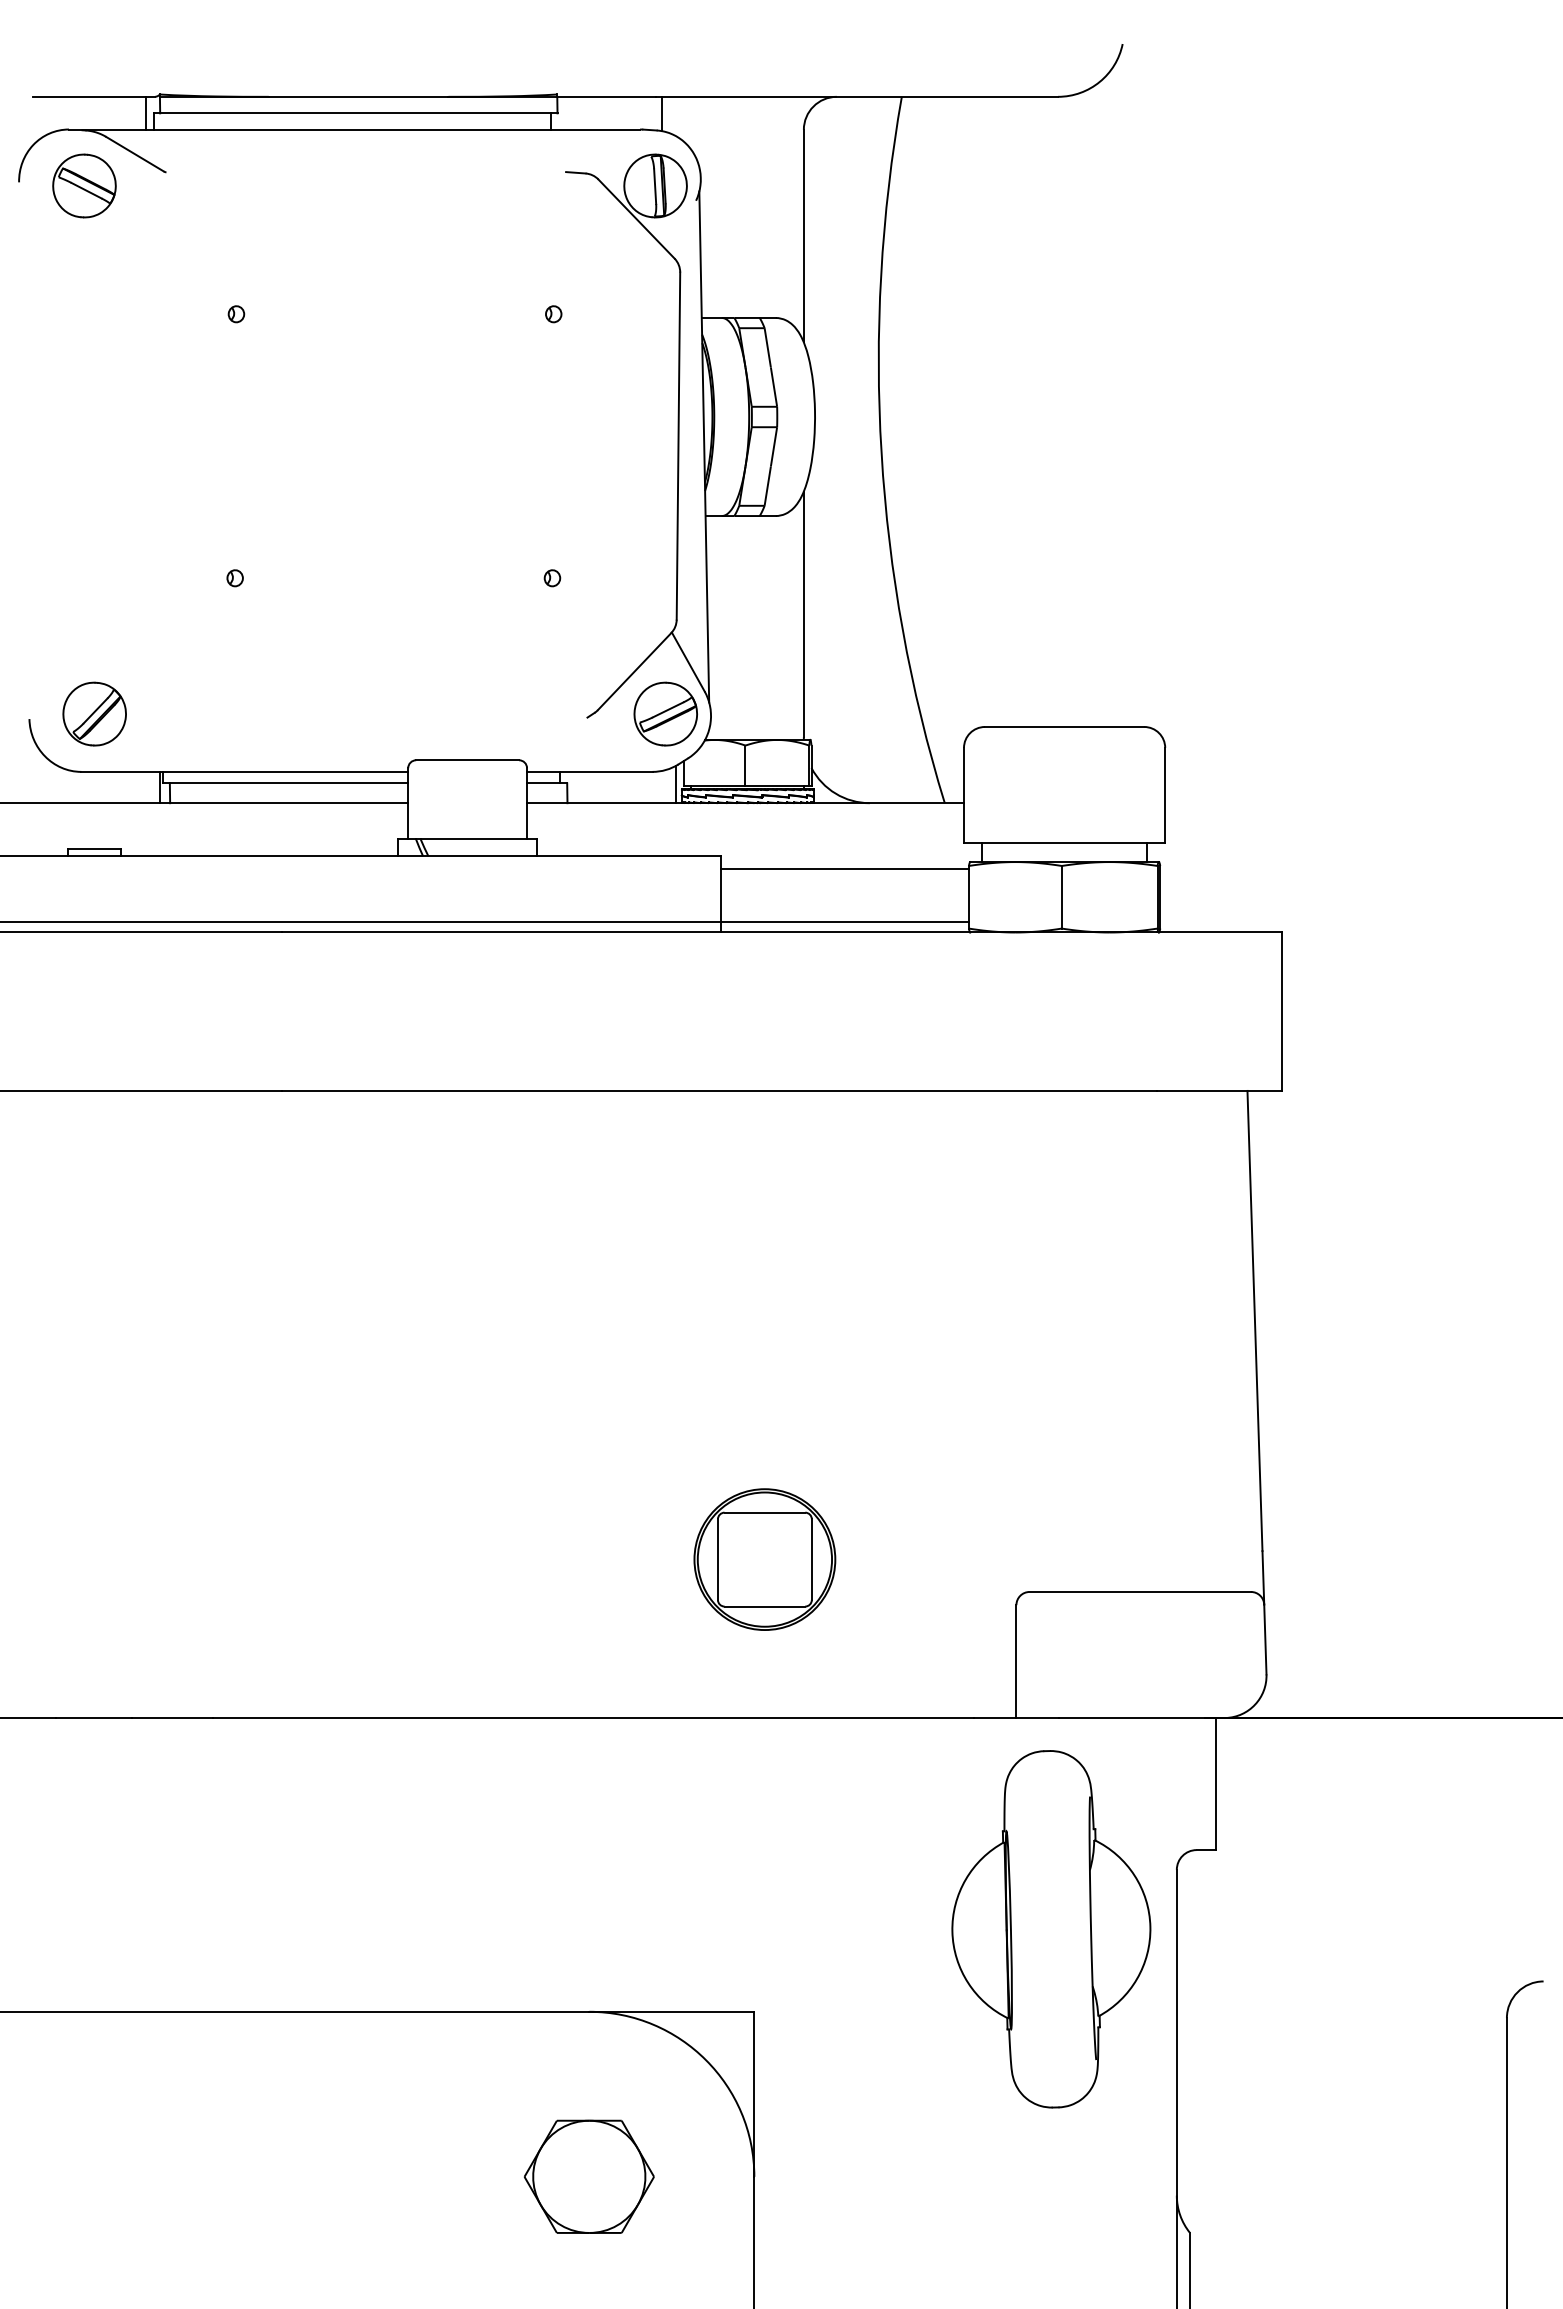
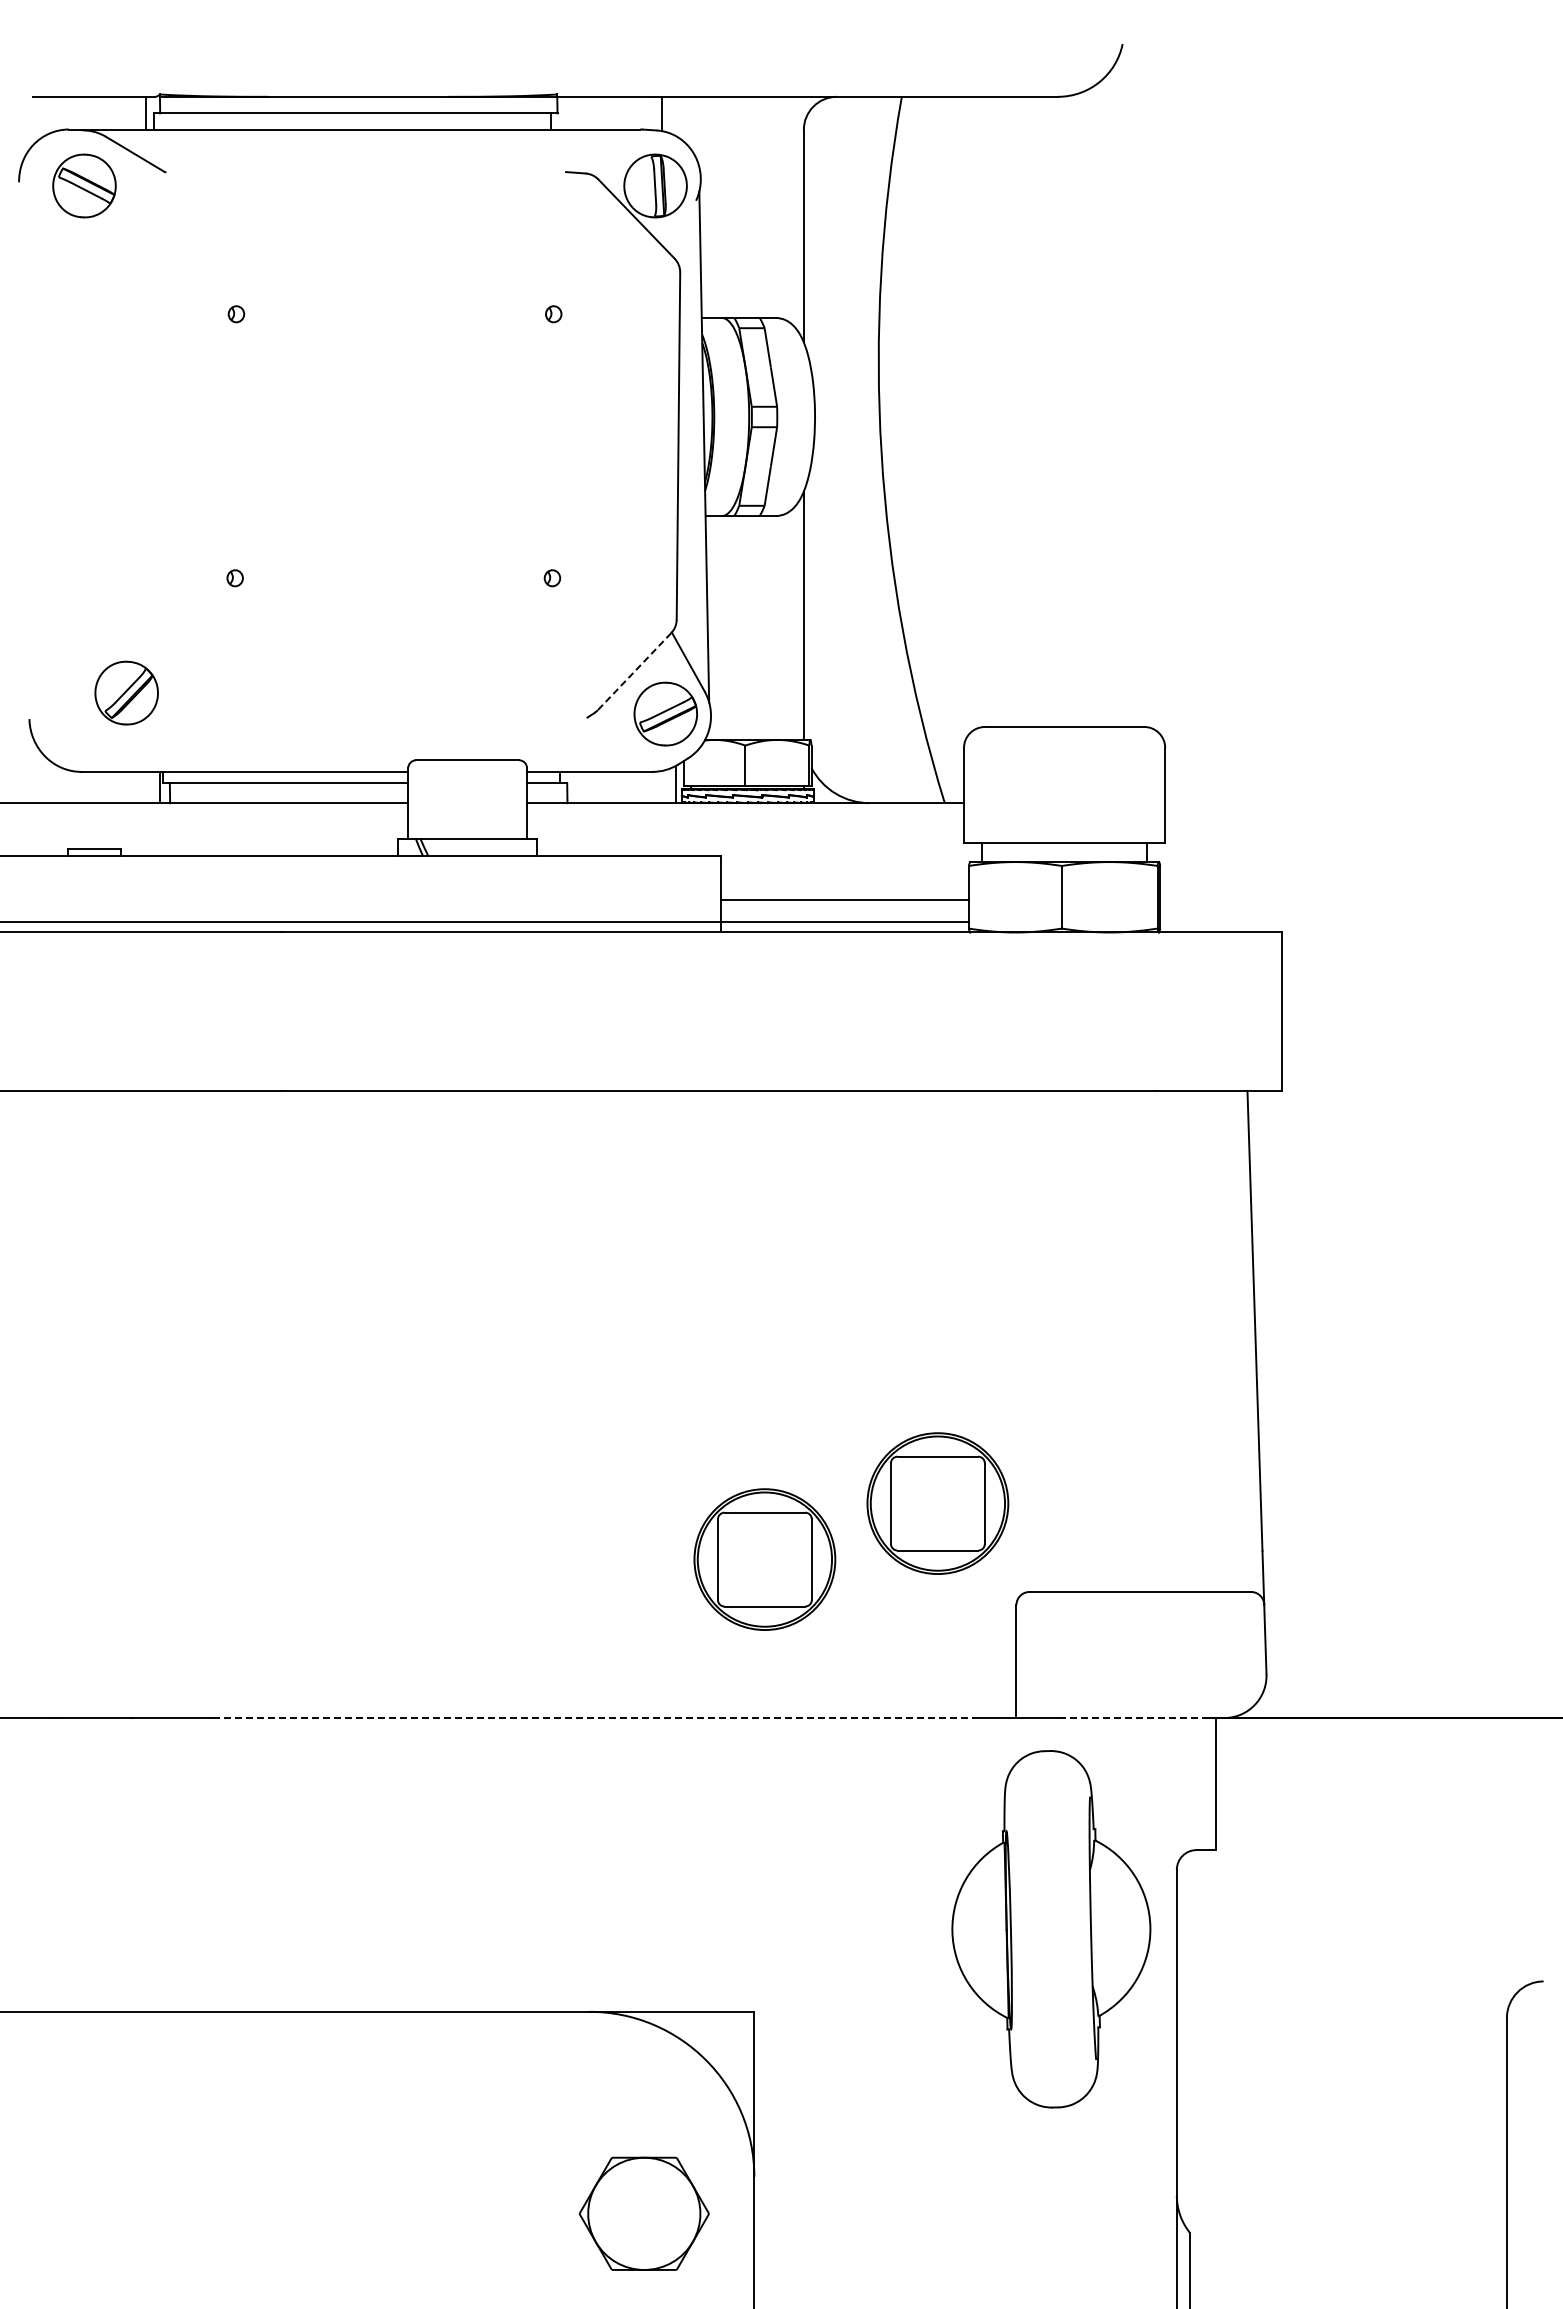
line at (634, 671): solid -> dashed
part at (94, 713) position: (94, 713) -> (126, 692)
line at (844, 869) position: (844, 869) -> (844, 900)
part at (937, 1503): none -> present
line at (593, 1718): solid -> dashed
line at (1141, 1718): solid -> dashed
part at (589, 2176) position: (589, 2176) -> (644, 2213)
